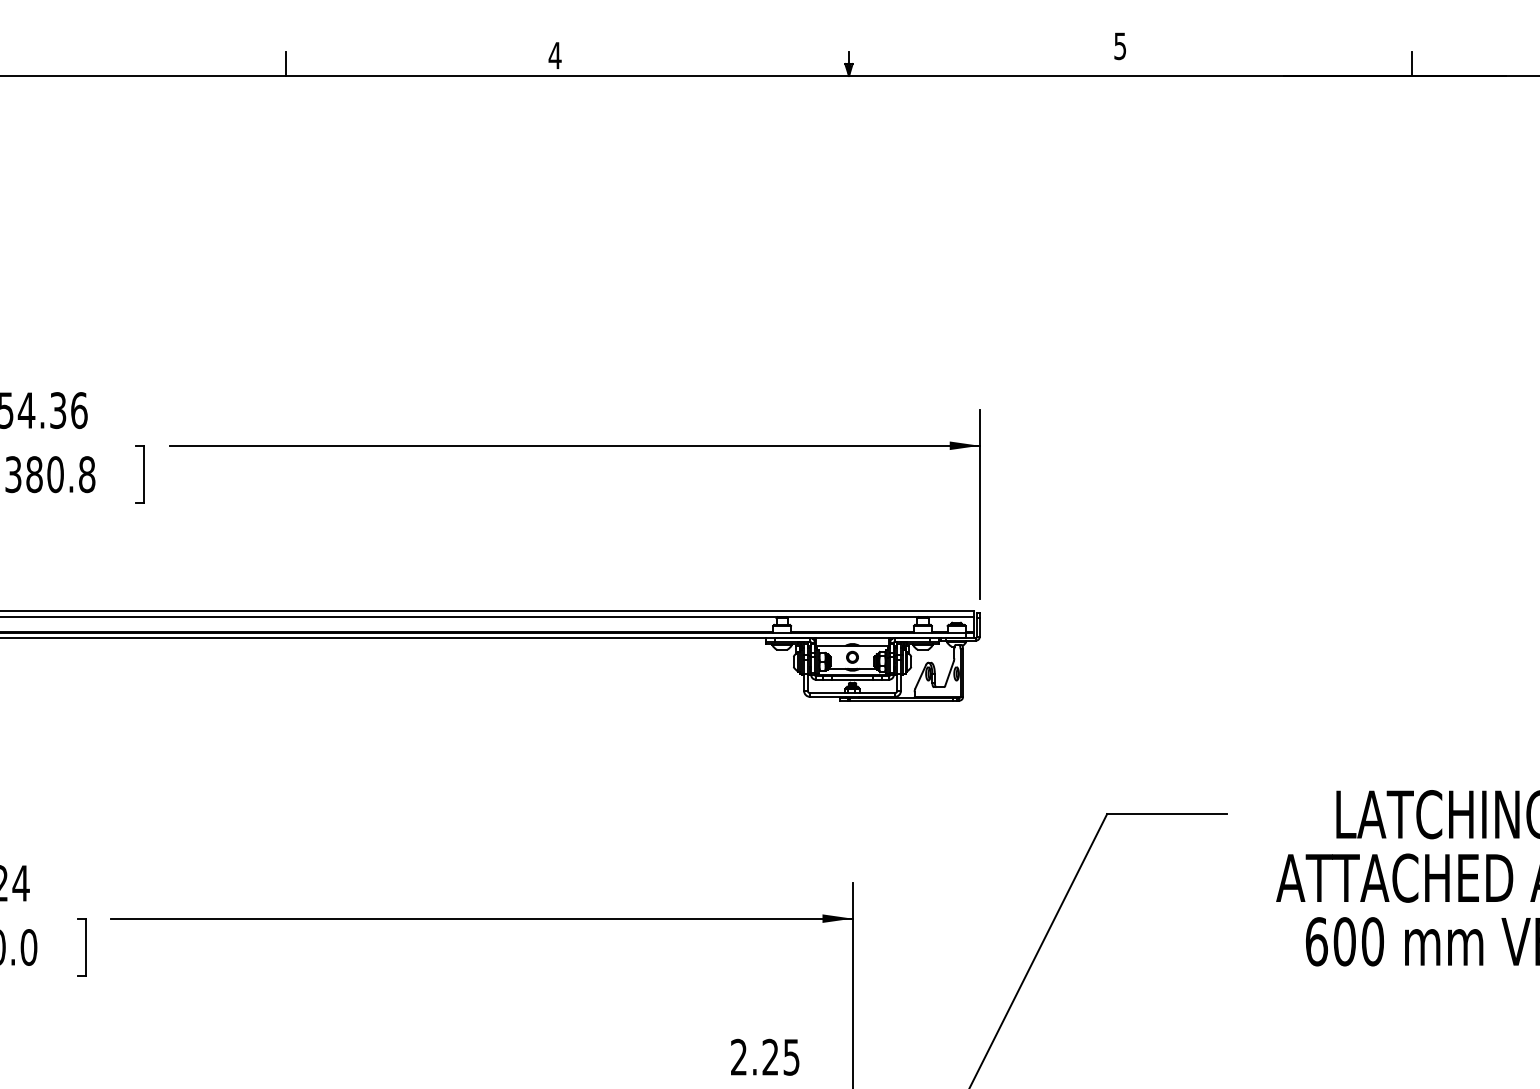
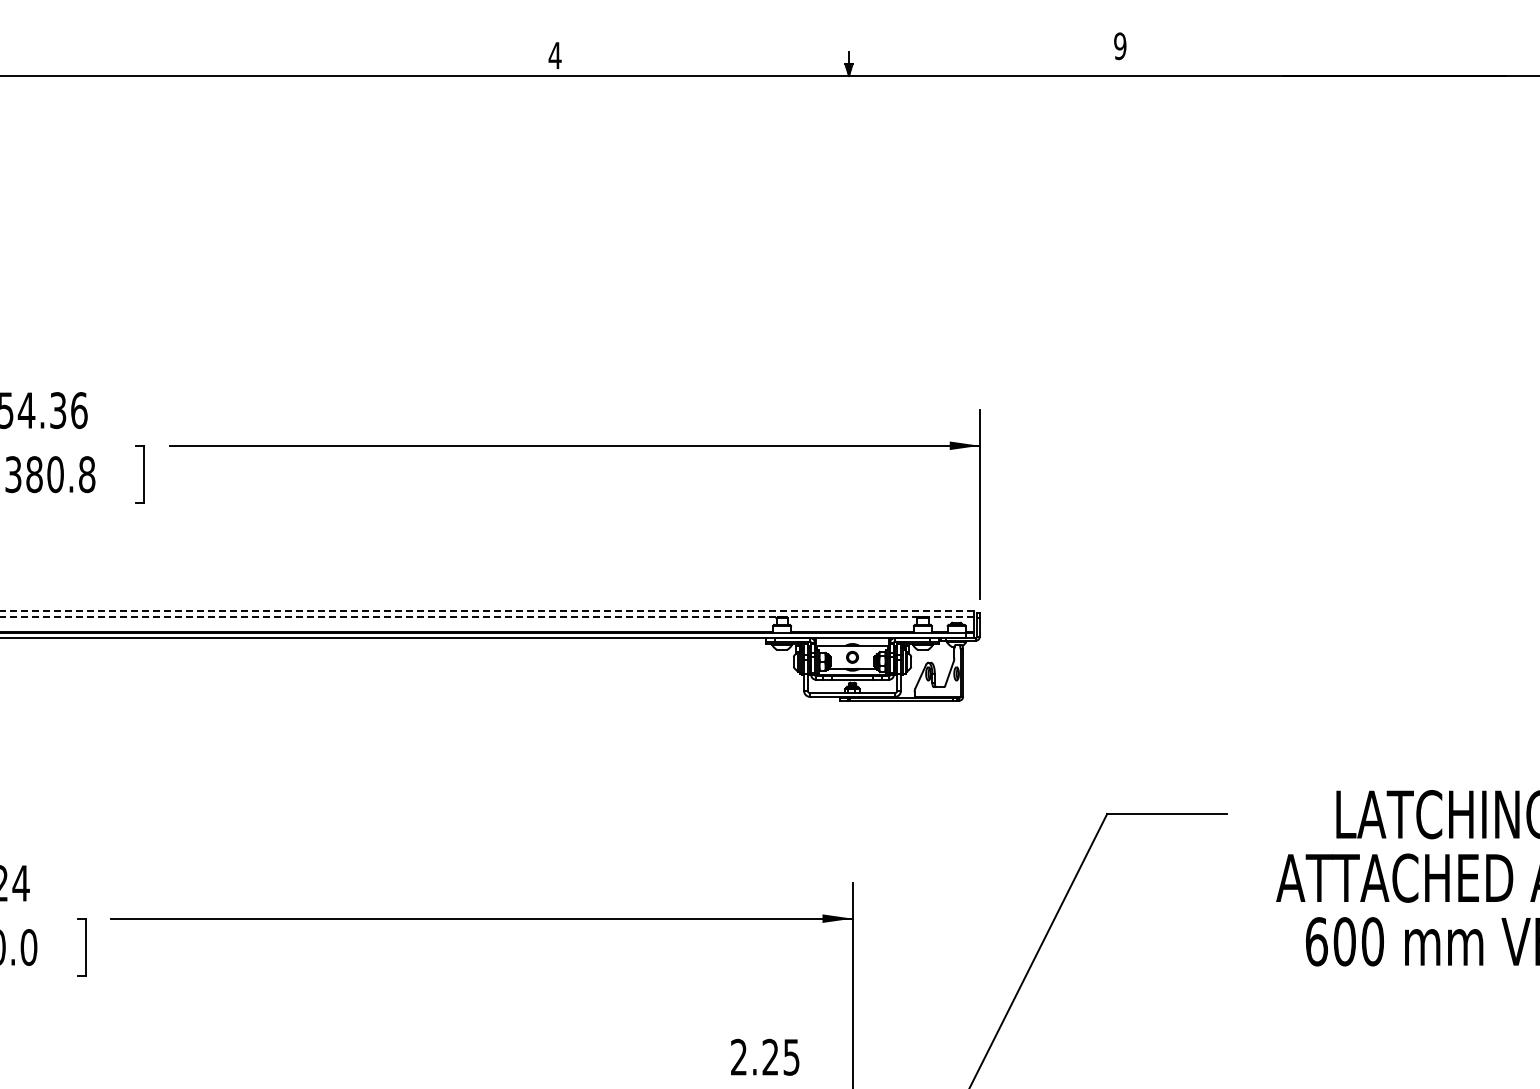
text at (1120, 45): 5 -> 9
line at (285, 63): present -> none
line at (1412, 63): present -> none
line at (487, 610): solid -> dashed
line at (487, 616): solid -> dashed
